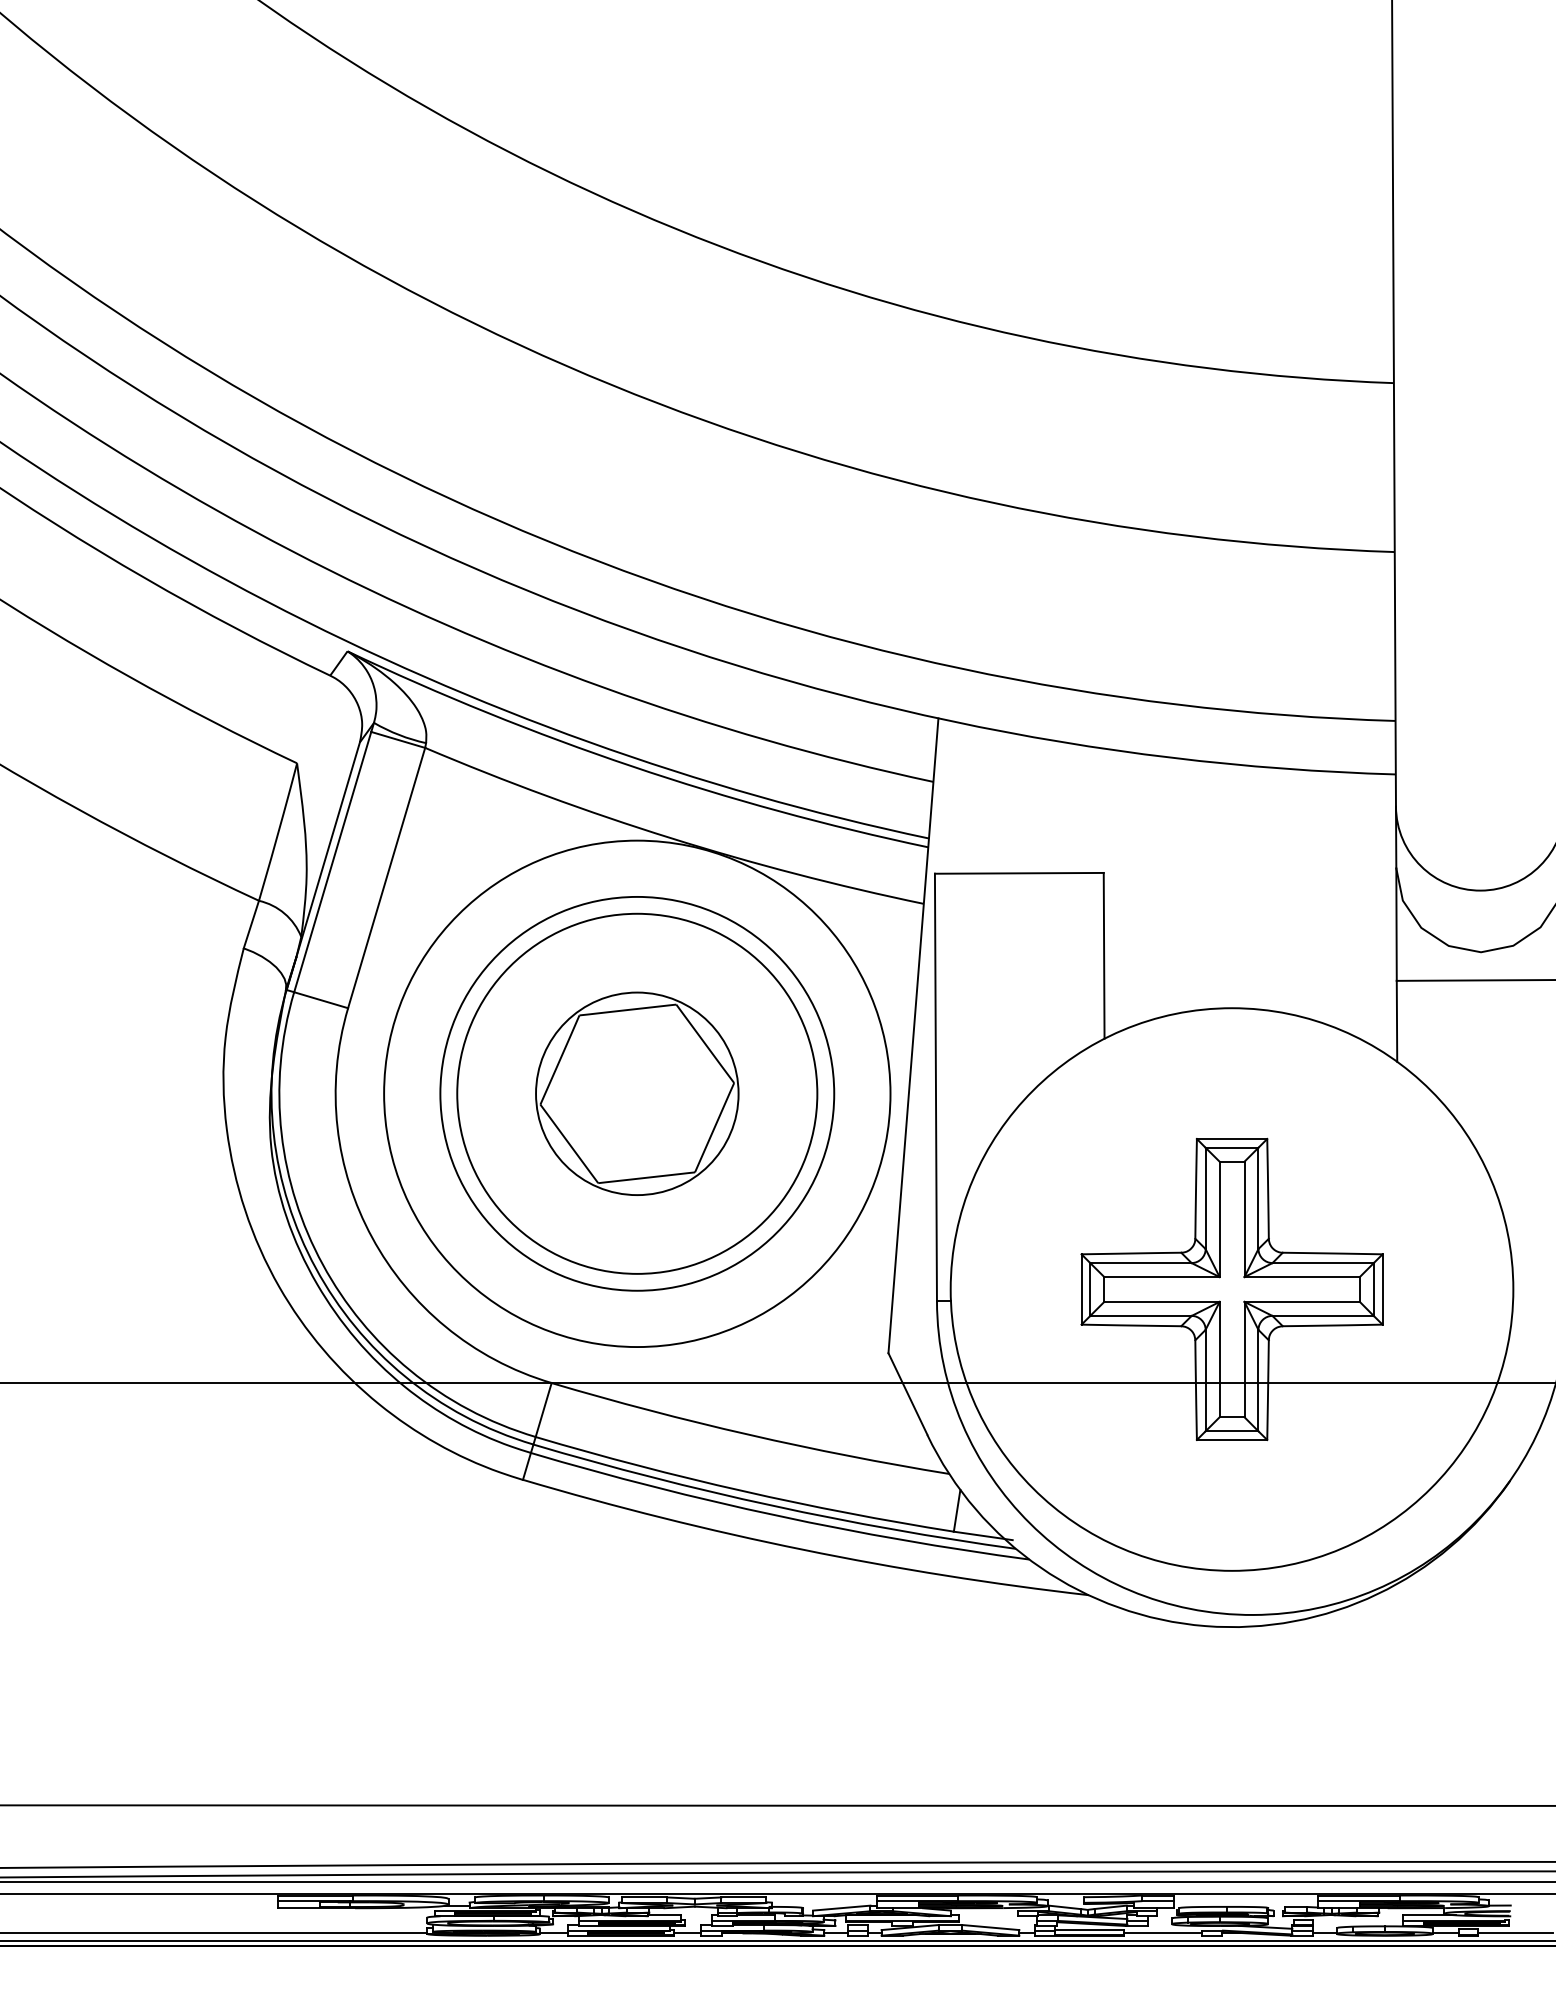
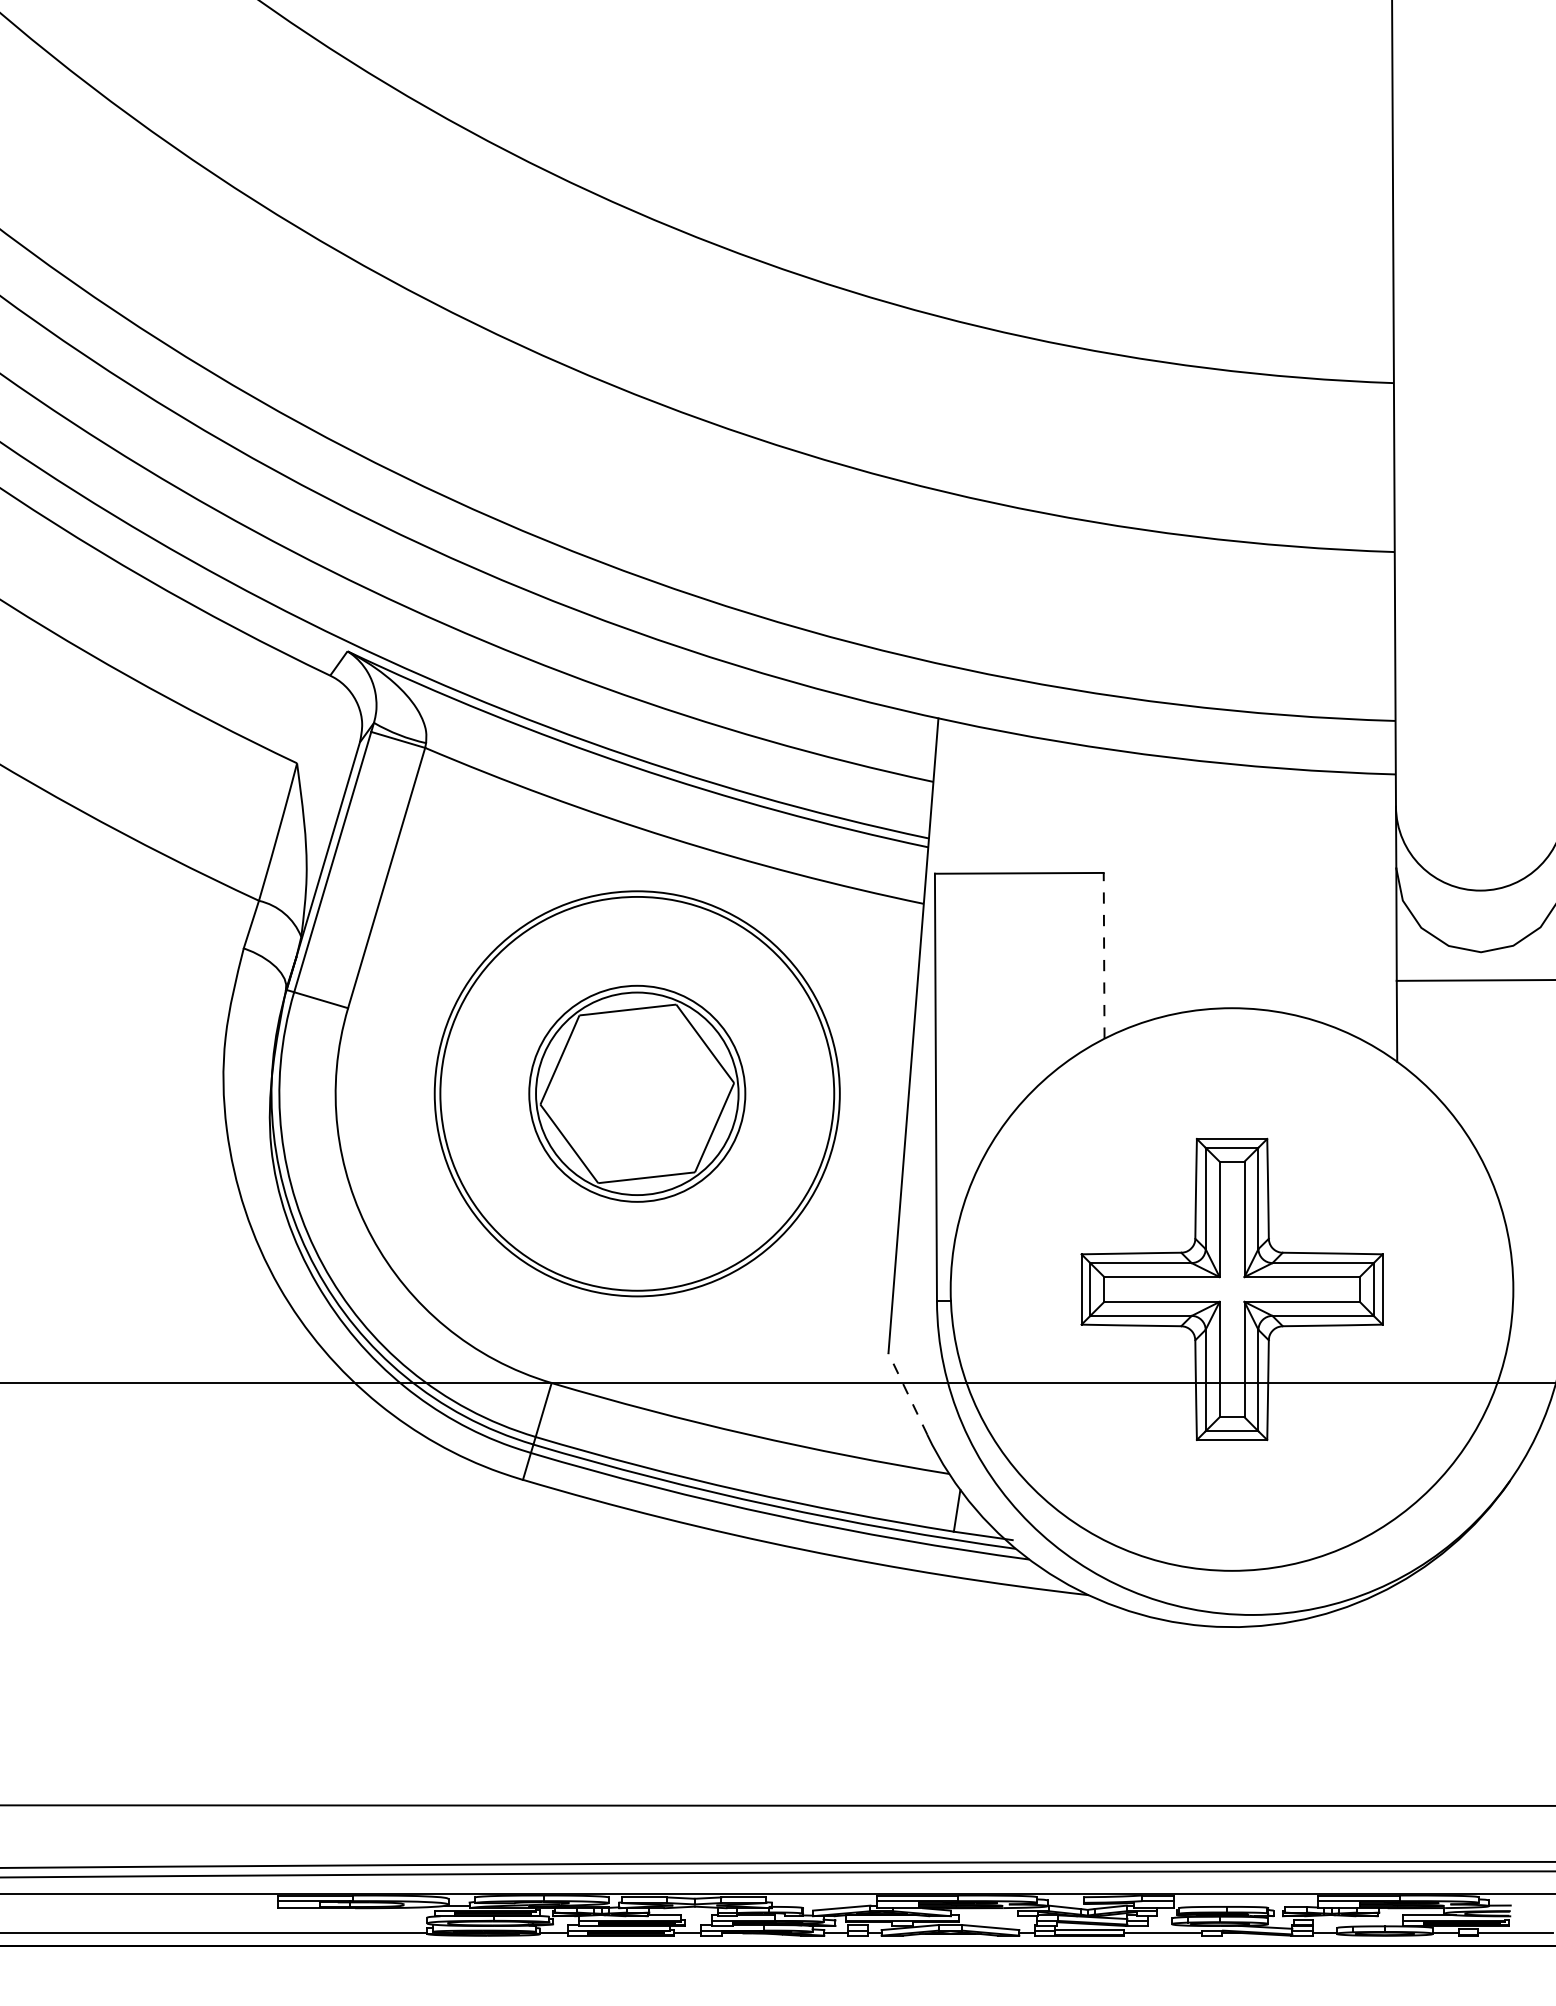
line at (1104, 955): solid -> dashed
circle at (637, 1093) diameter: 360 px -> 216 px
circle at (637, 1093) diameter: 506 px -> 405 px
line at (907, 1393): solid -> dashed
line at (777, 1882): present -> none
line at (777, 1941): present -> none
